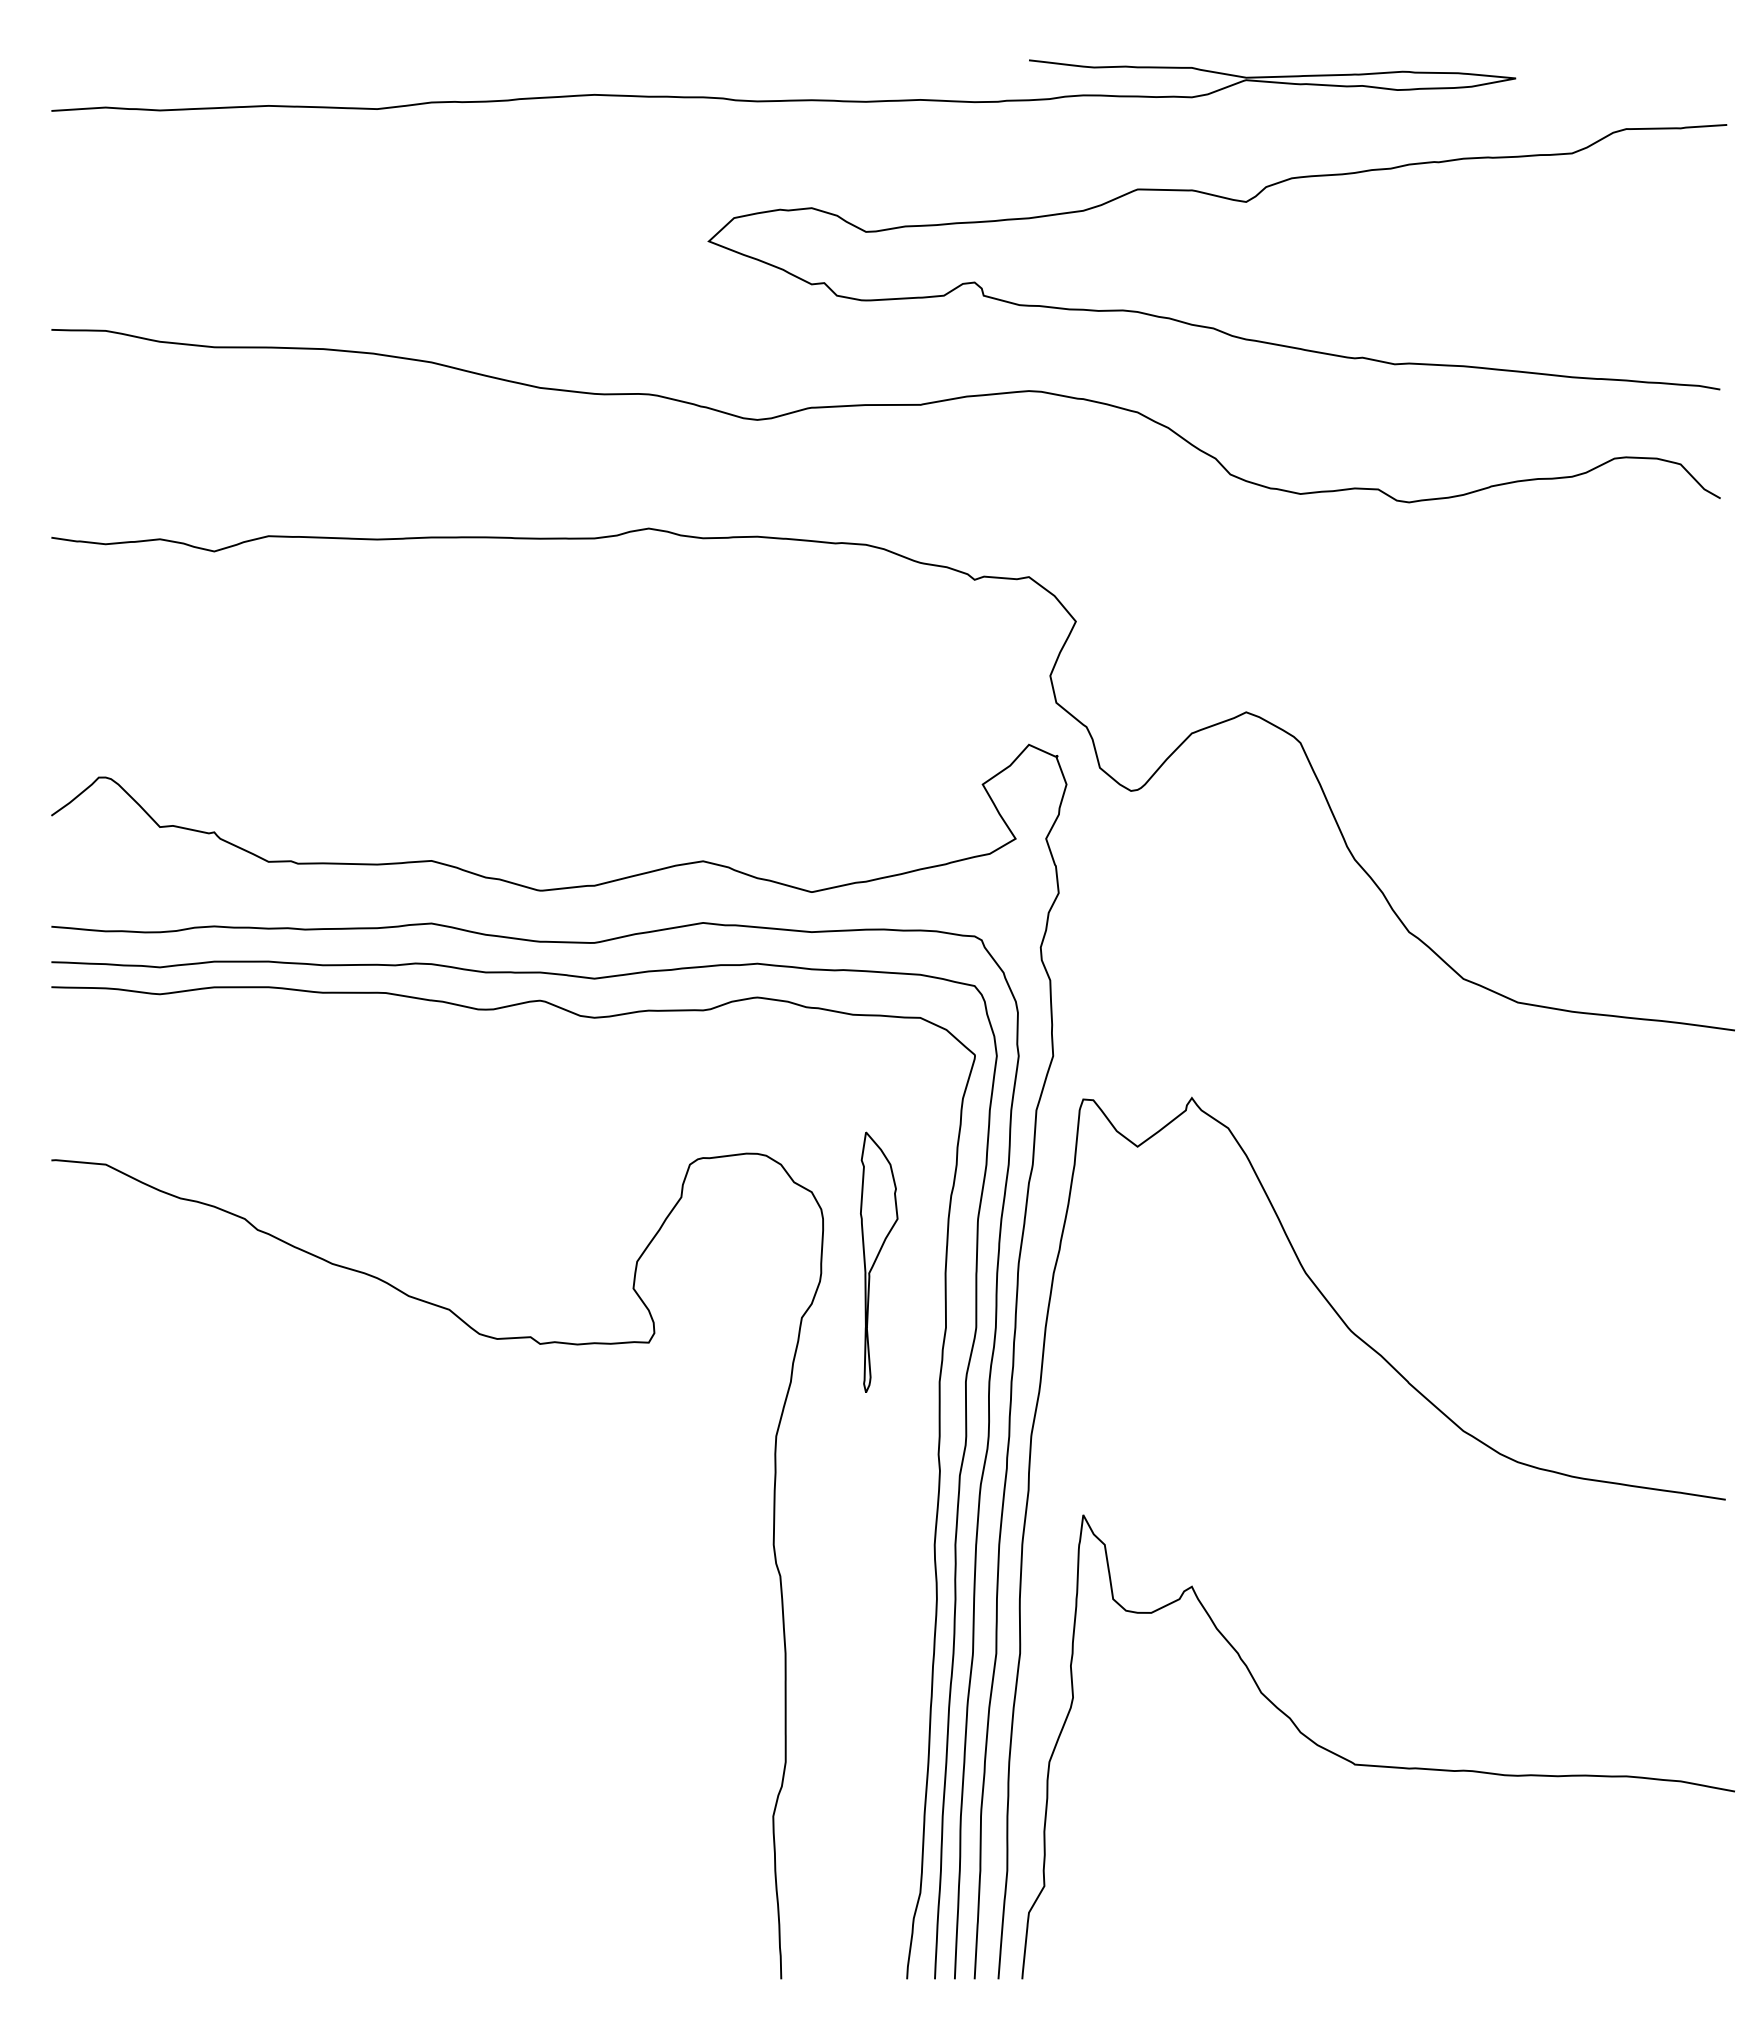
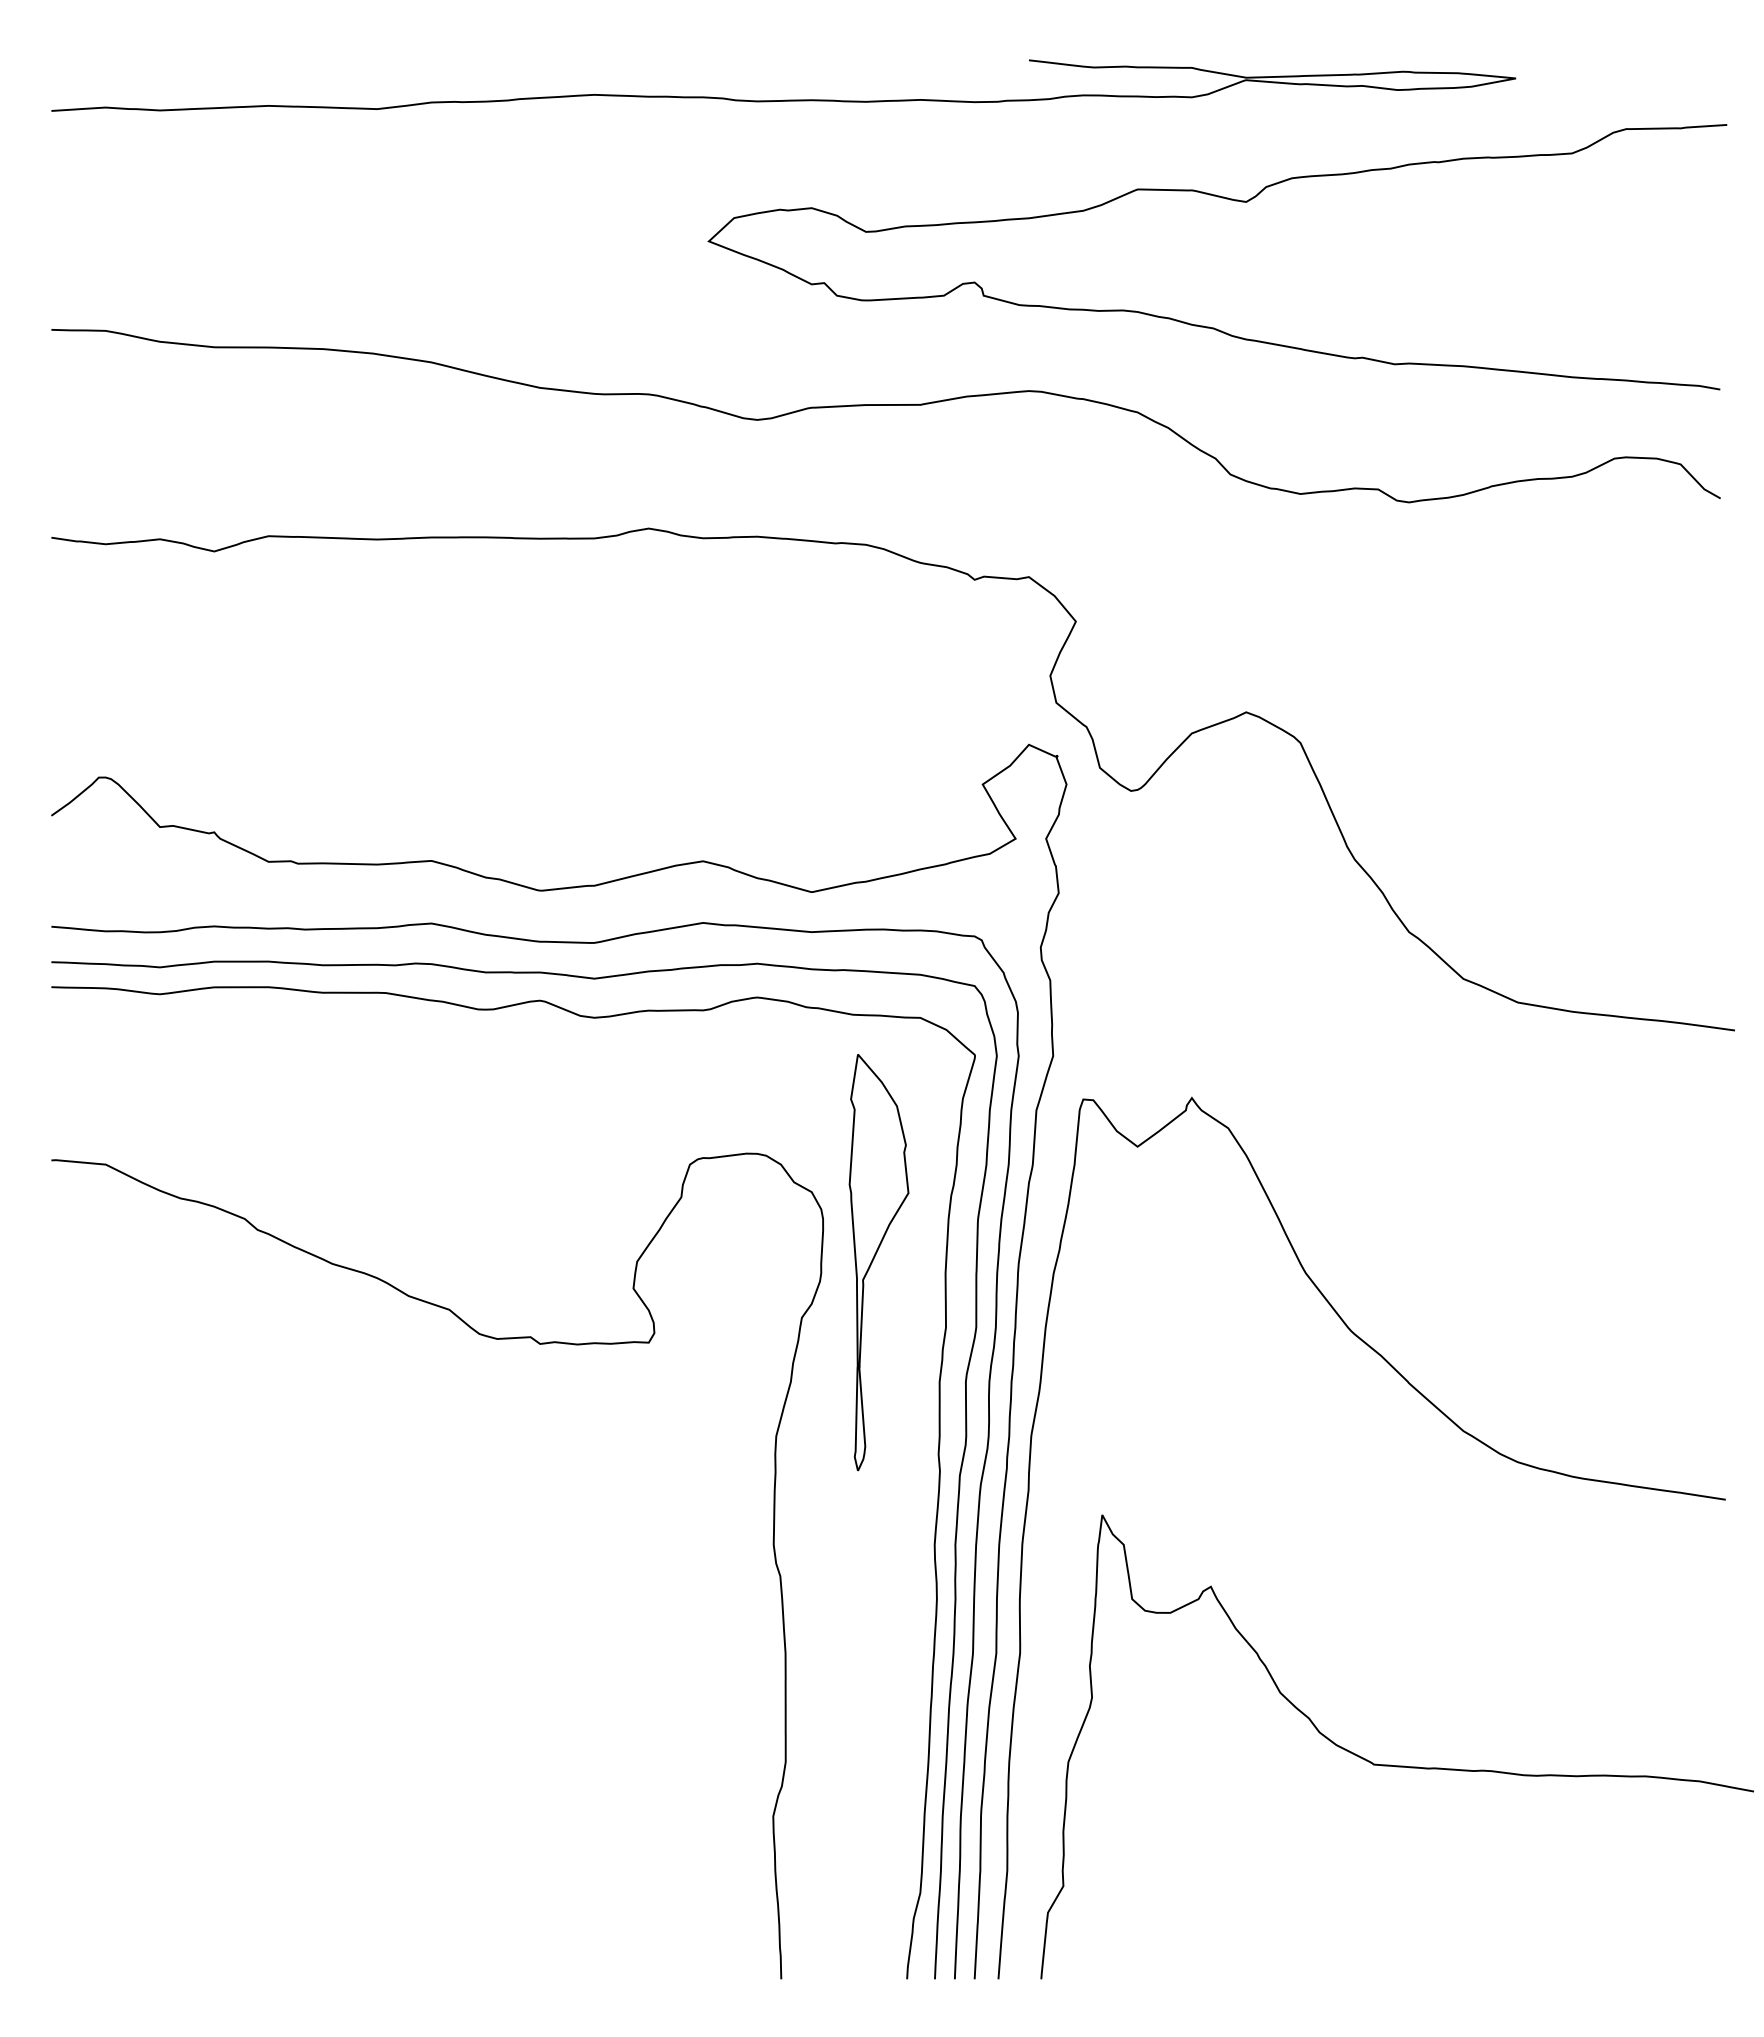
part at (879, 1261) size: 39x262 px -> 62x418 px
curve at (1371, 1764) position: (1371, 1764) -> (1390, 1764)
